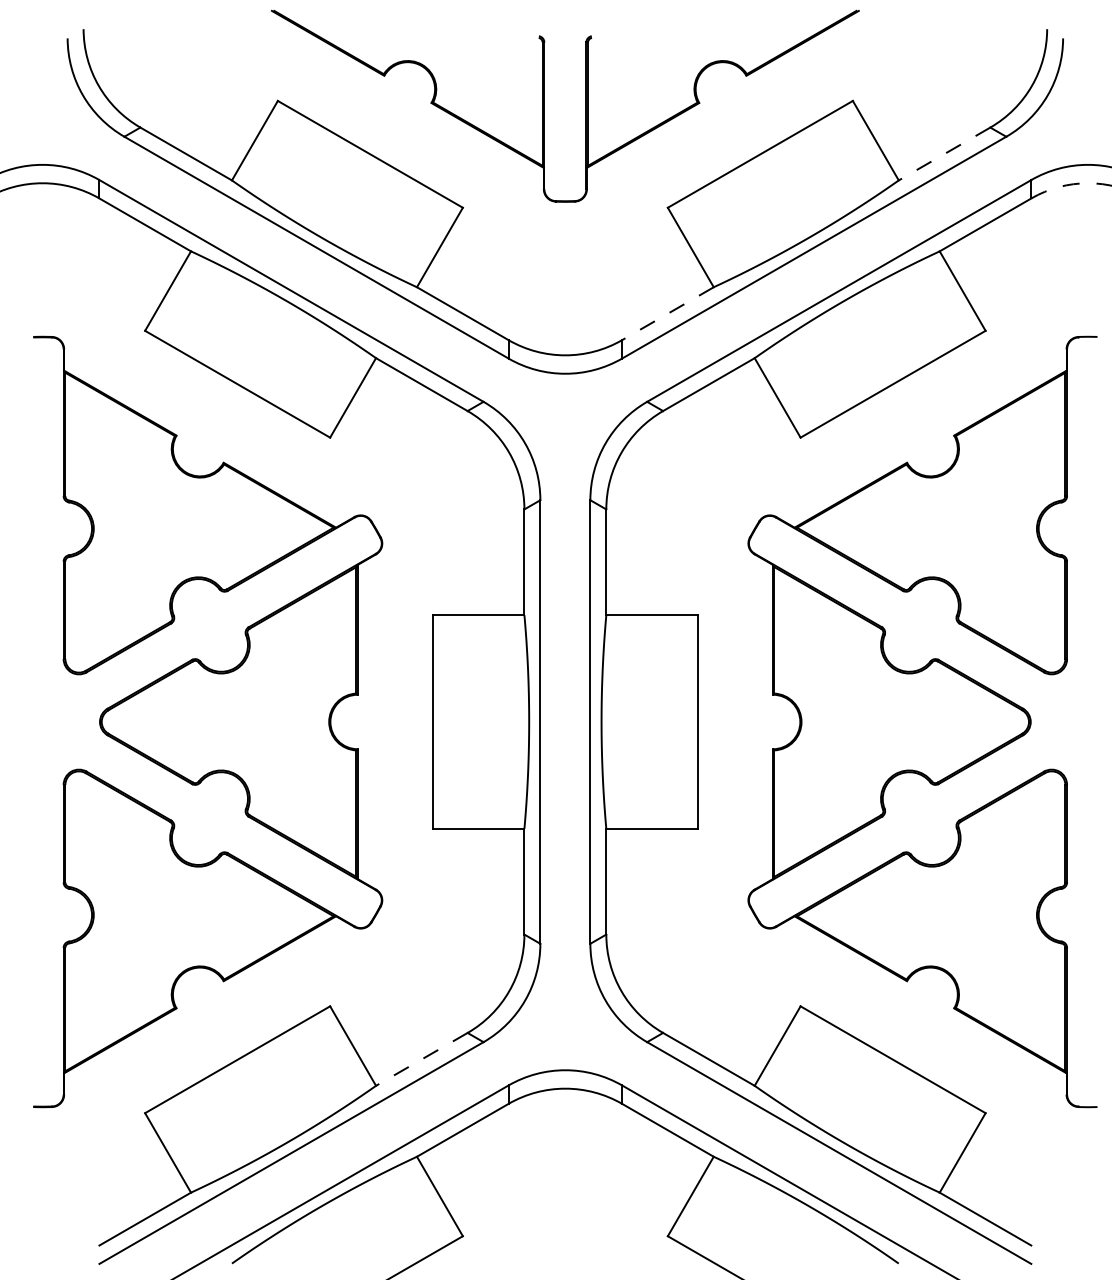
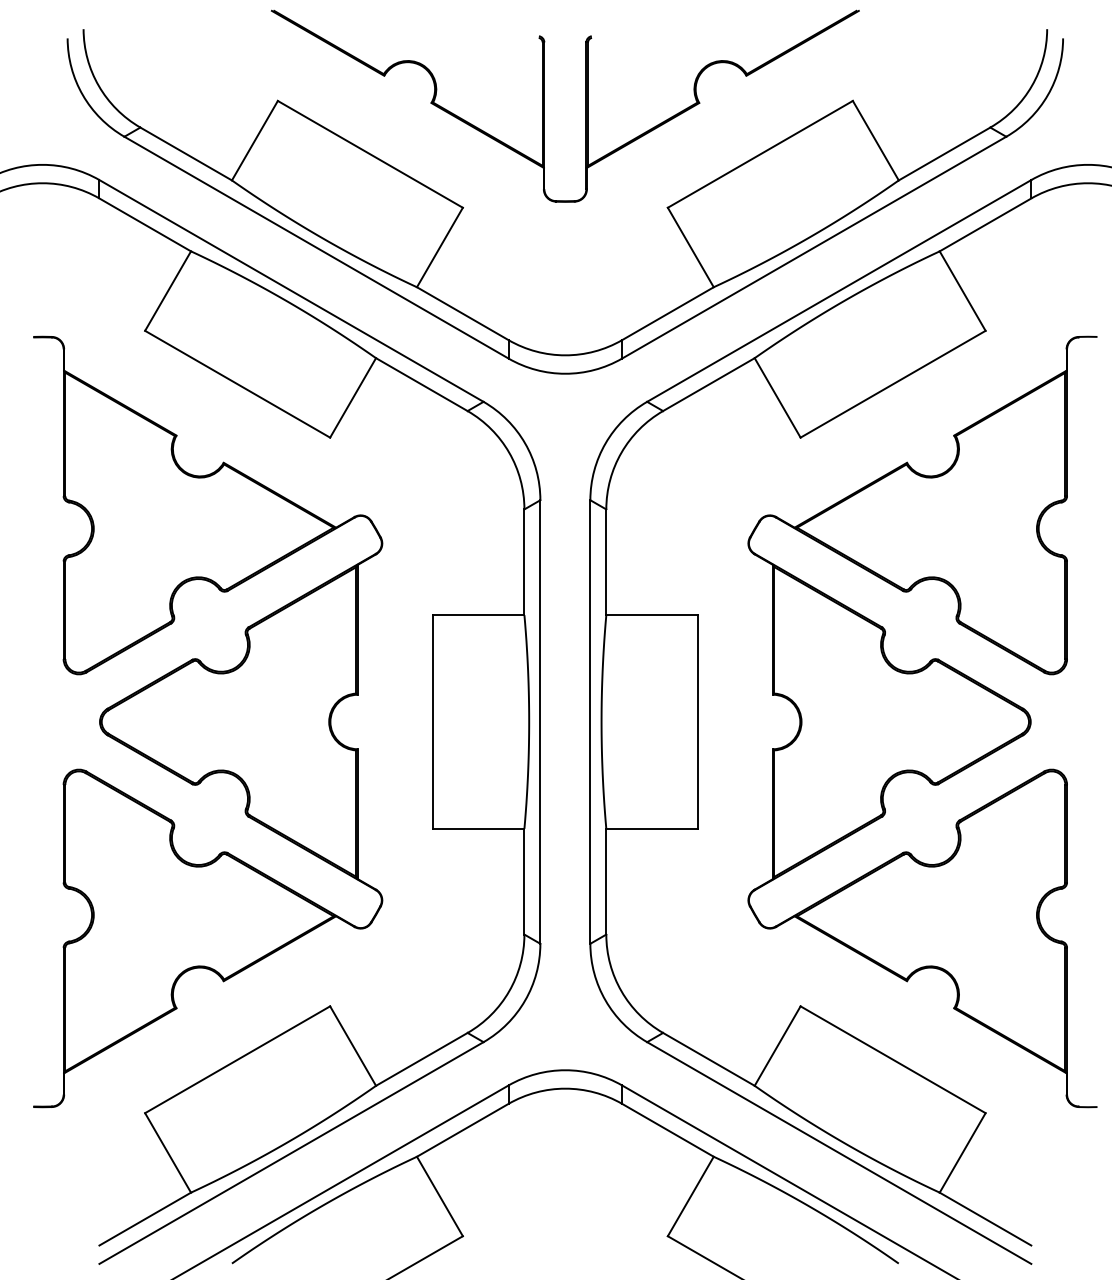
line at (944, 154): dashed -> solid
arc at (1070, 184): dashed -> solid
line at (667, 313): dashed -> solid
line at (421, 1059): dashed -> solid
